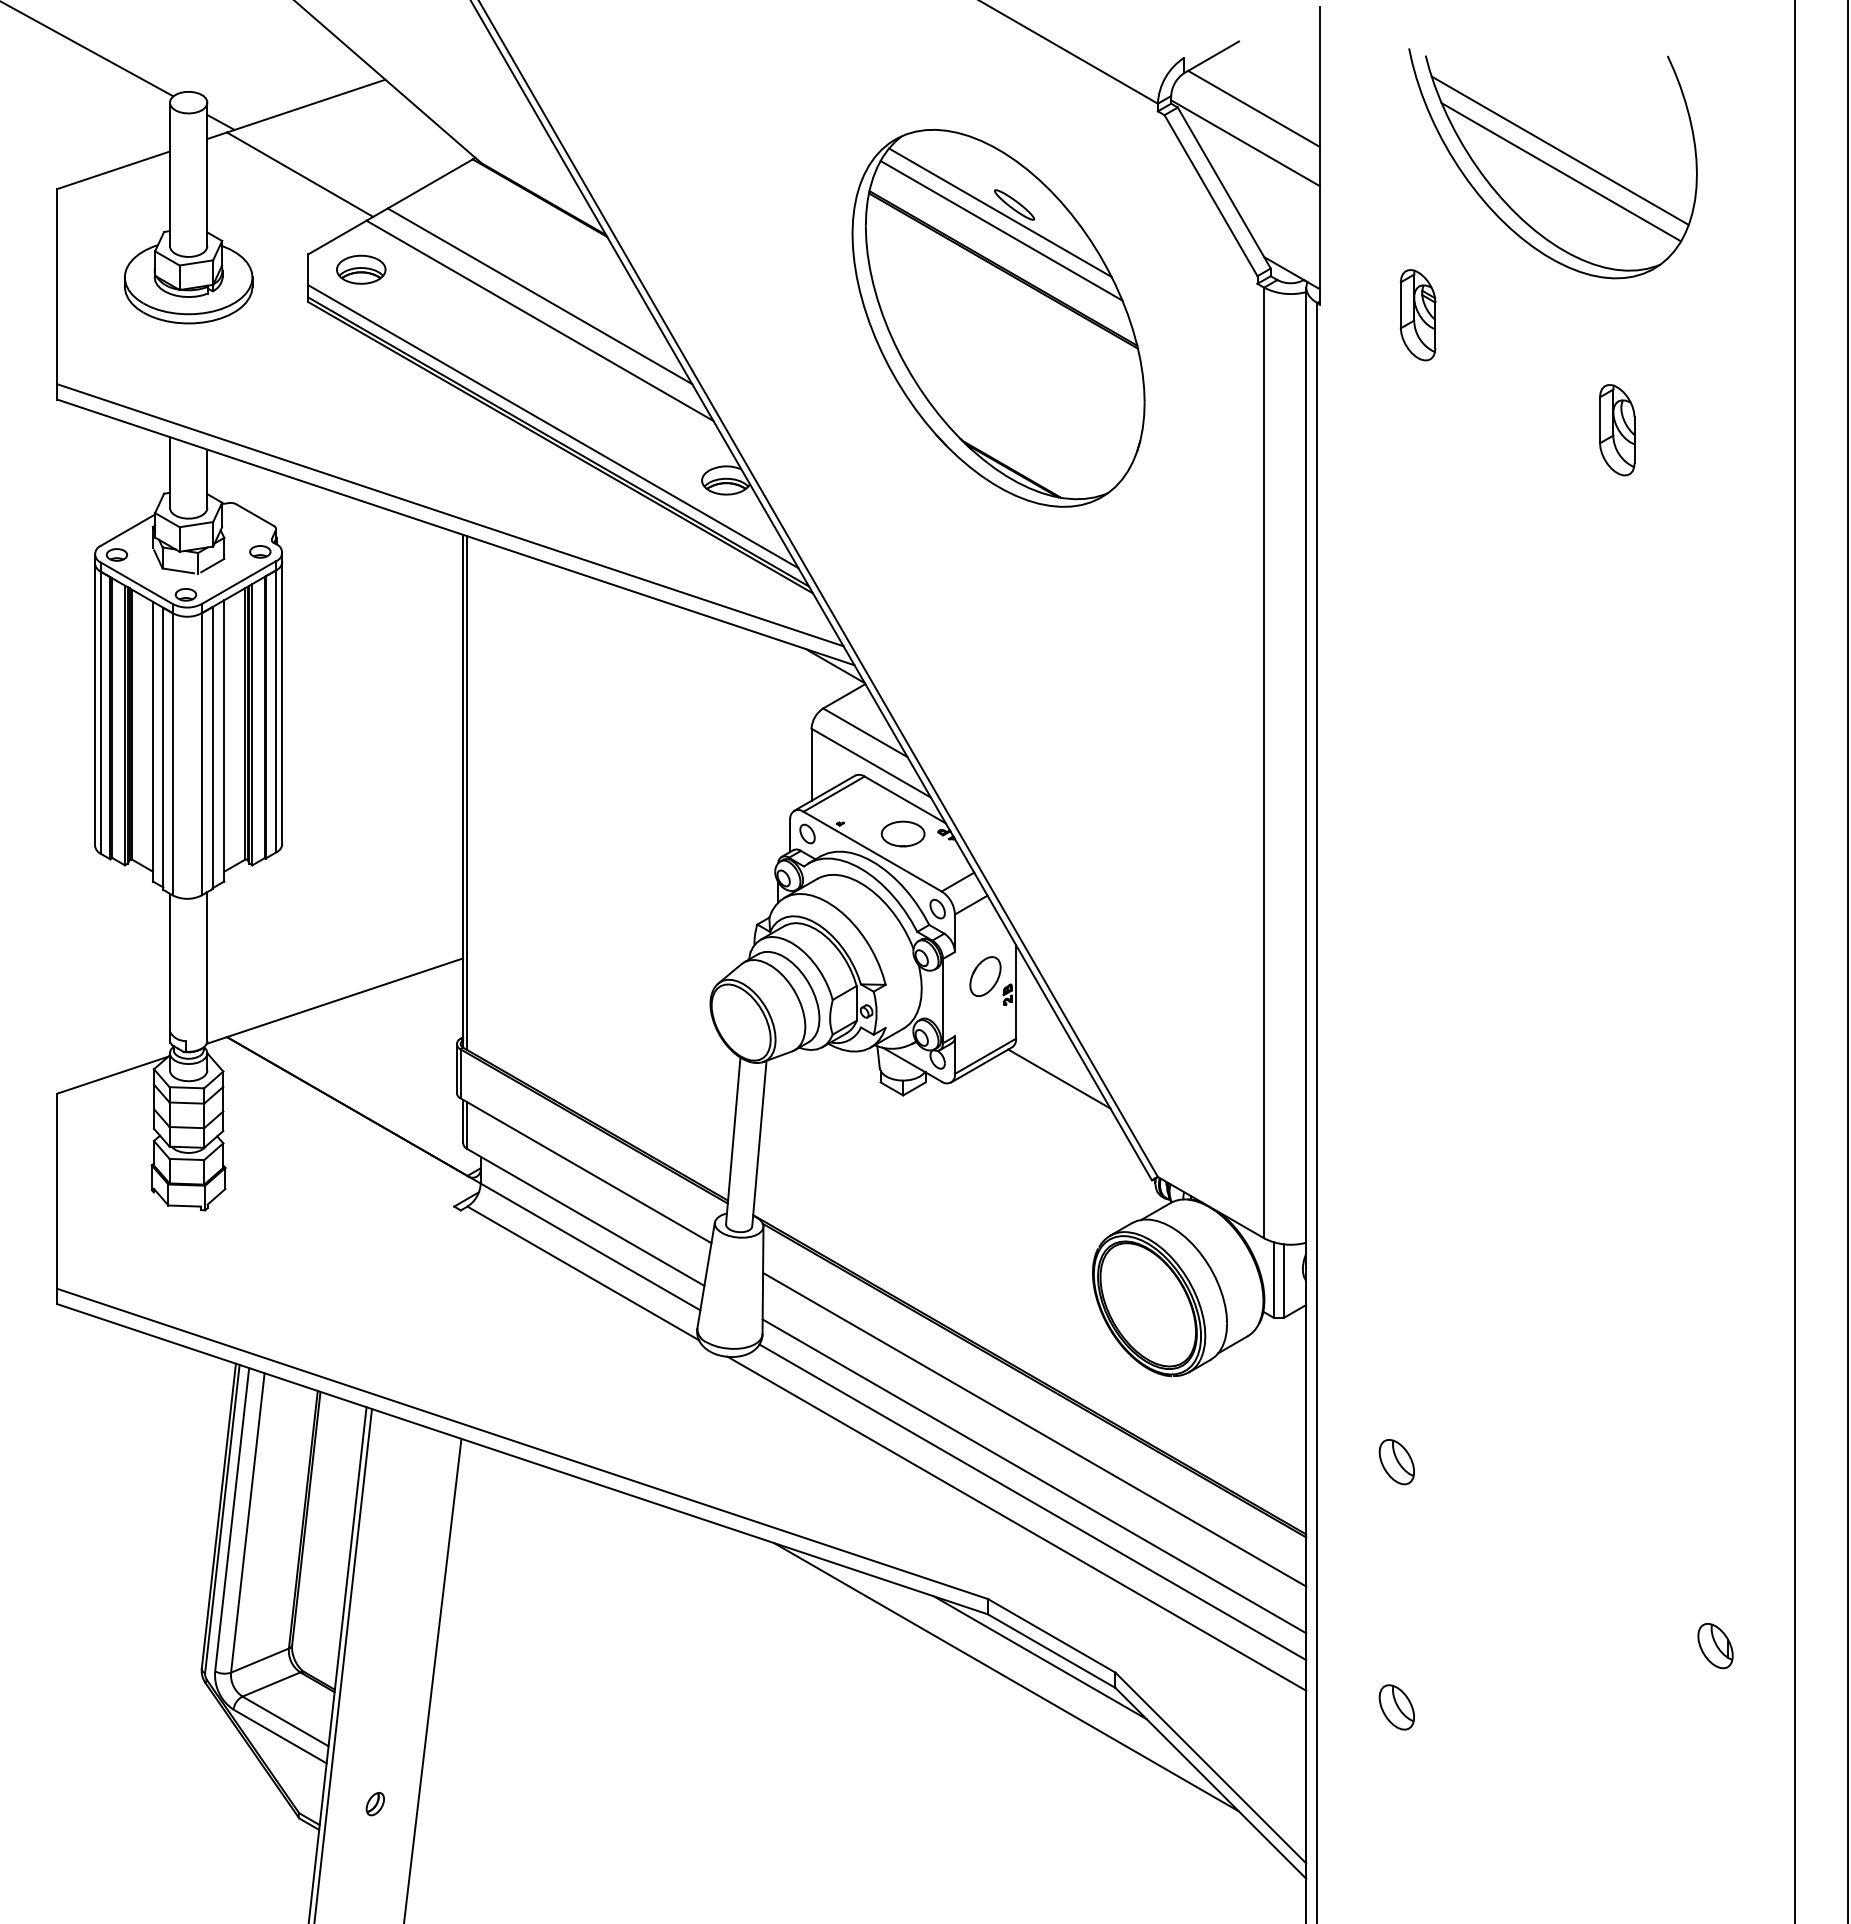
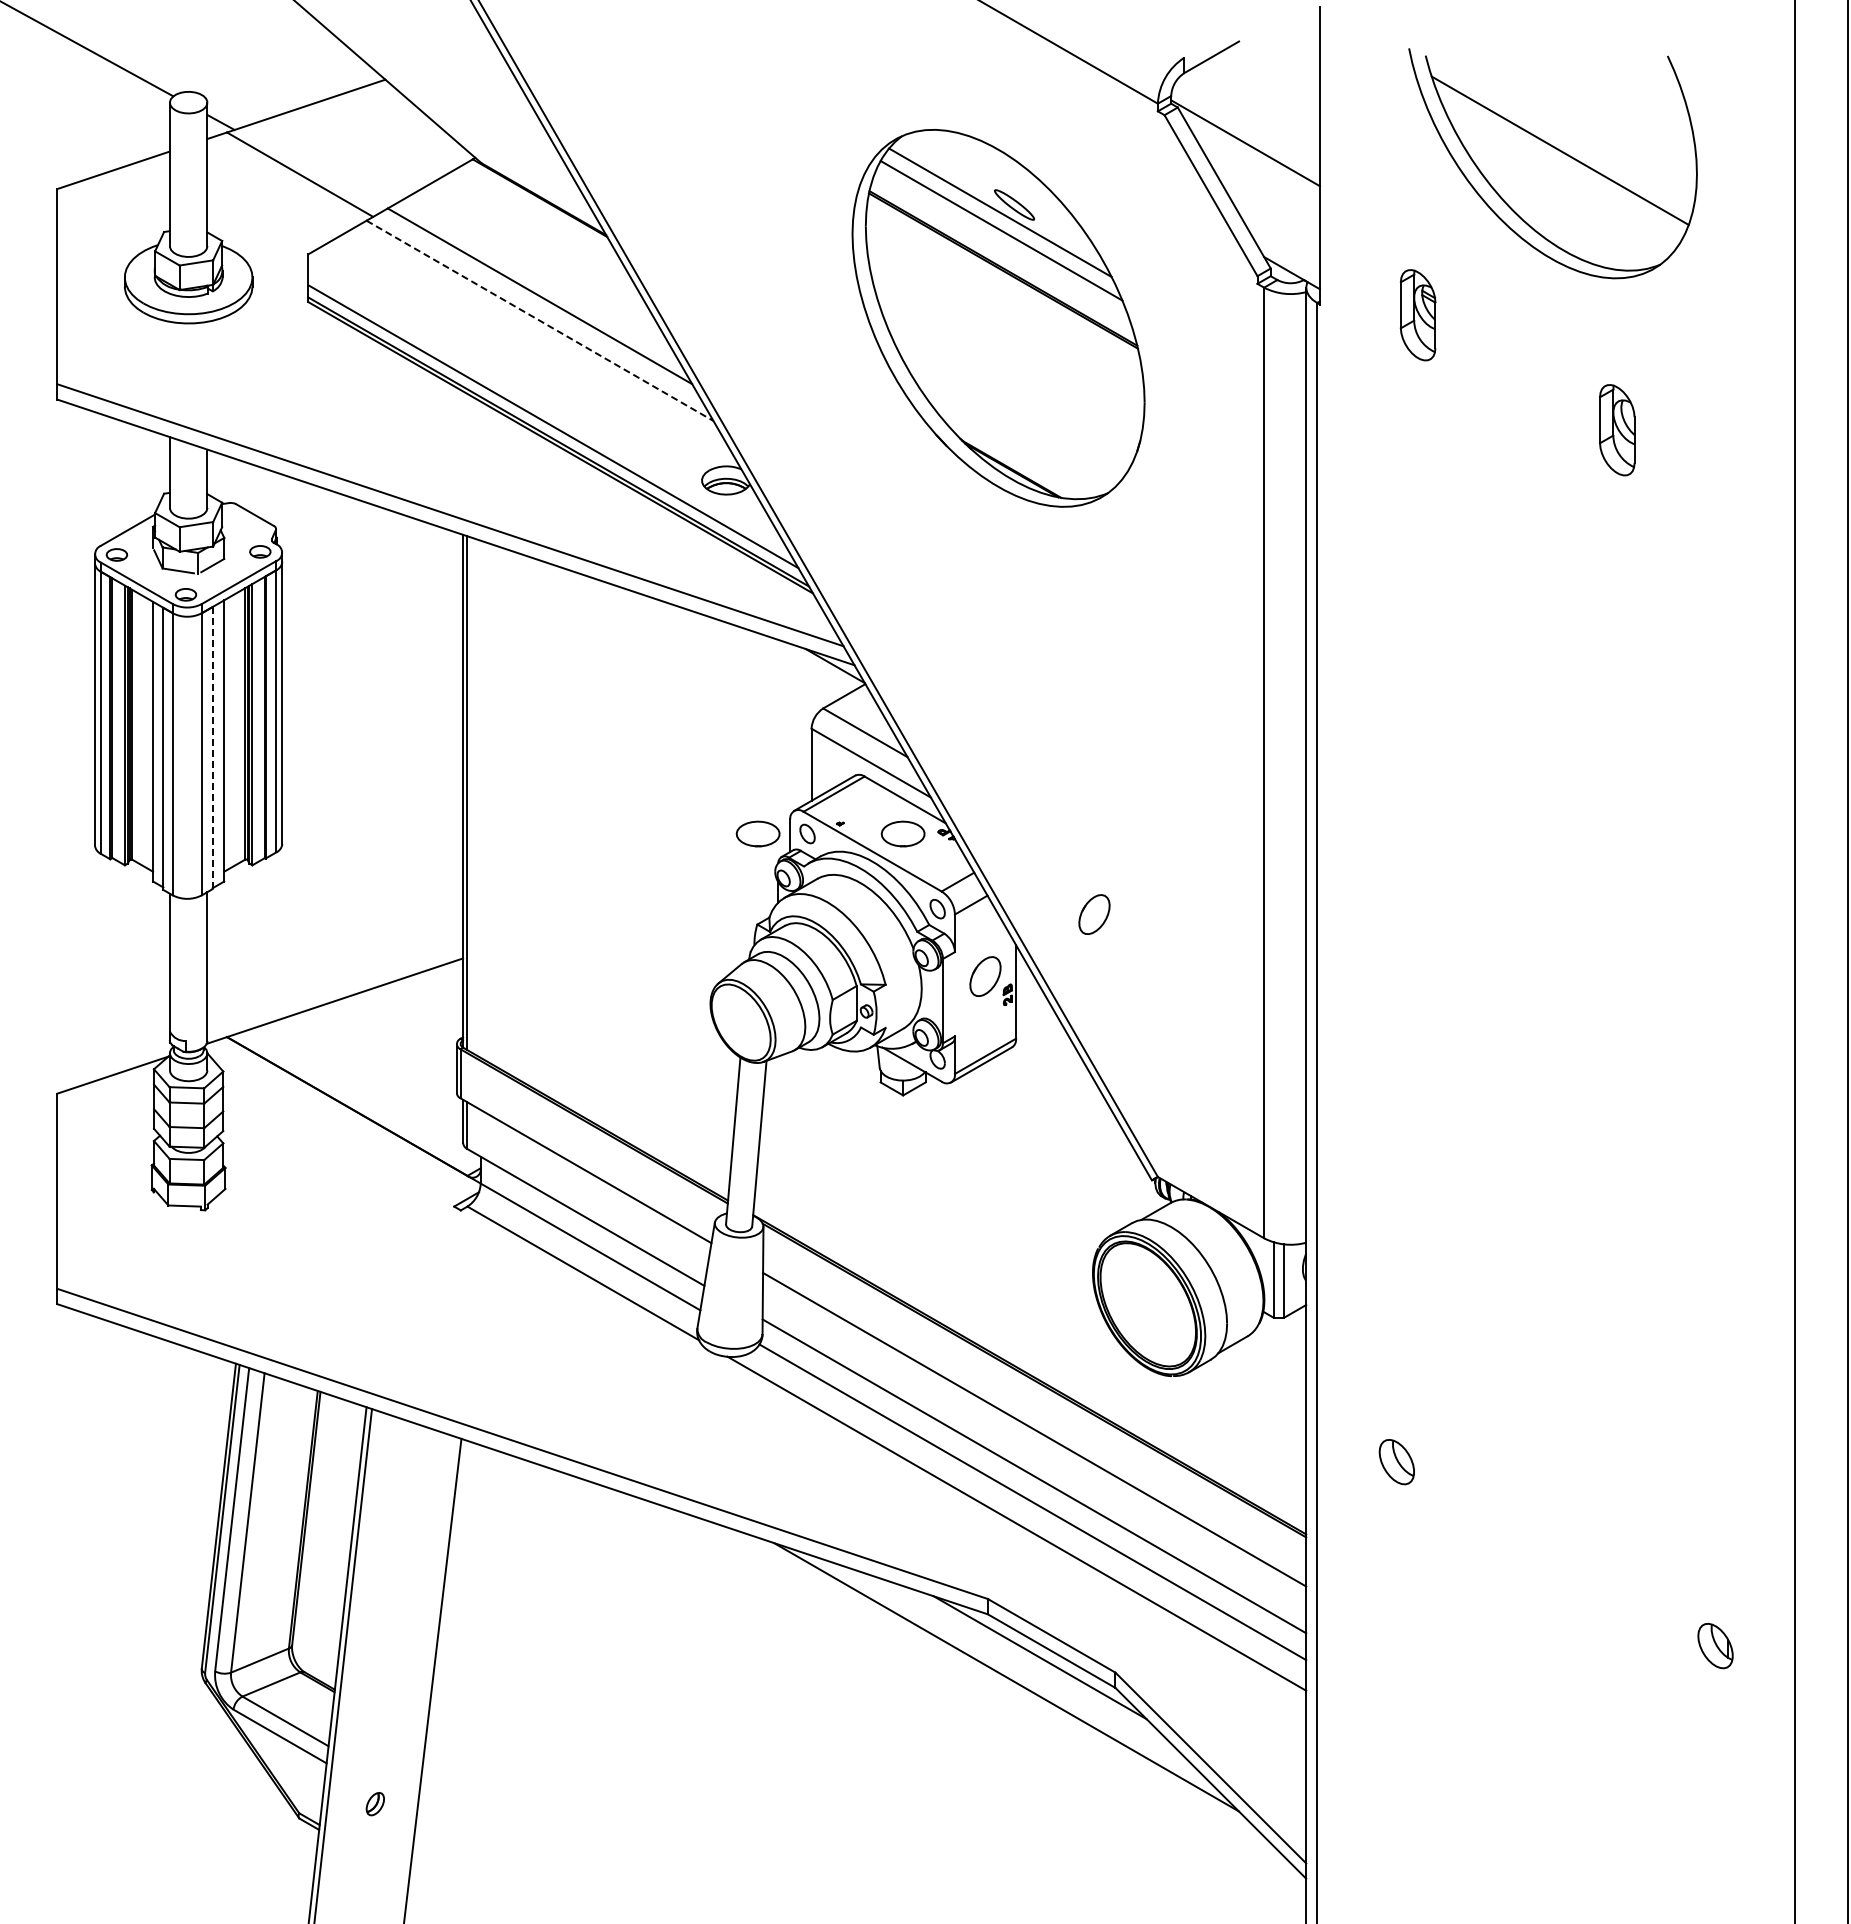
line at (1253, 108): present -> none
line at (1561, 172): present -> none
part at (361, 269): present -> none
line at (540, 321): solid -> dashed
line at (212, 748): solid -> dashed
part at (757, 833): none -> present
part at (1094, 914): none -> present
line at (1059, 1078): present -> none
part at (1396, 1707): present -> none
